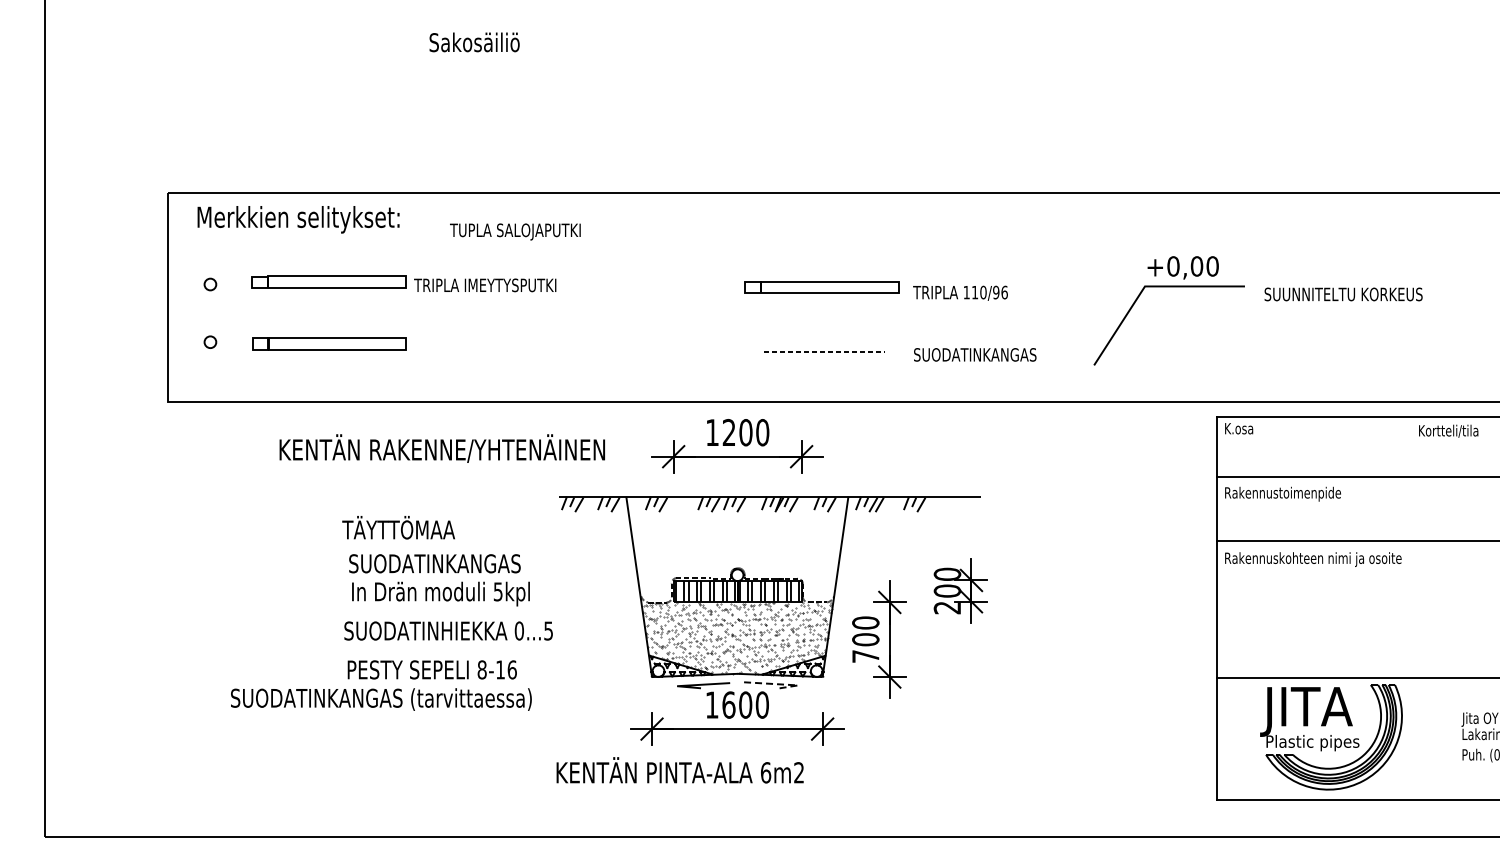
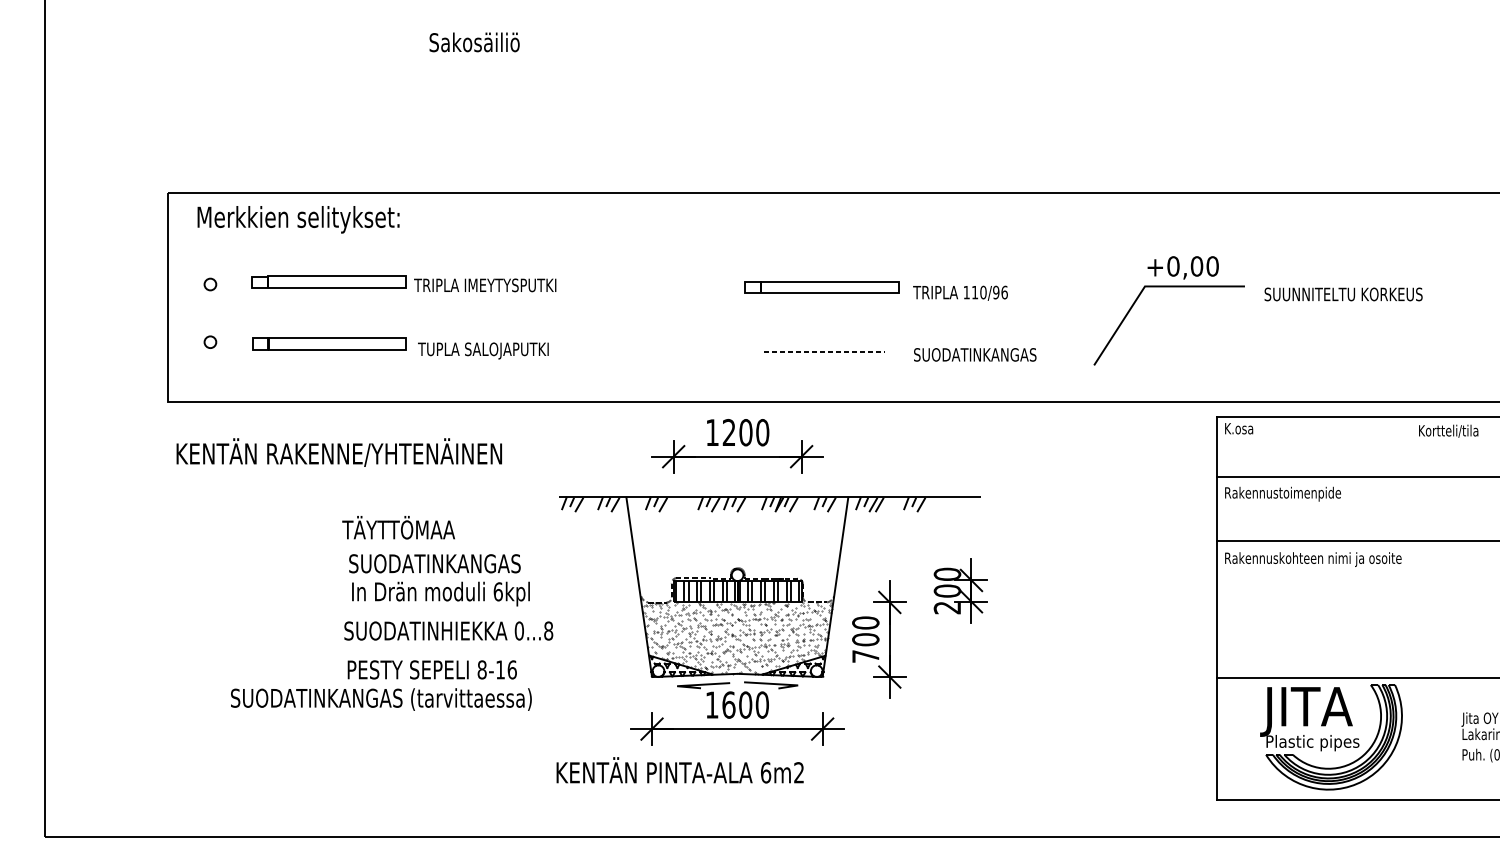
text at (515, 231) position: (515, 231) -> (483, 350)
text at (441, 448) position: (441, 448) -> (338, 452)
text at (497, 591): 5kpl -> 6kpl
text at (548, 630): 0...5 -> 0...8
line at (782, 684): dashed -> solid
